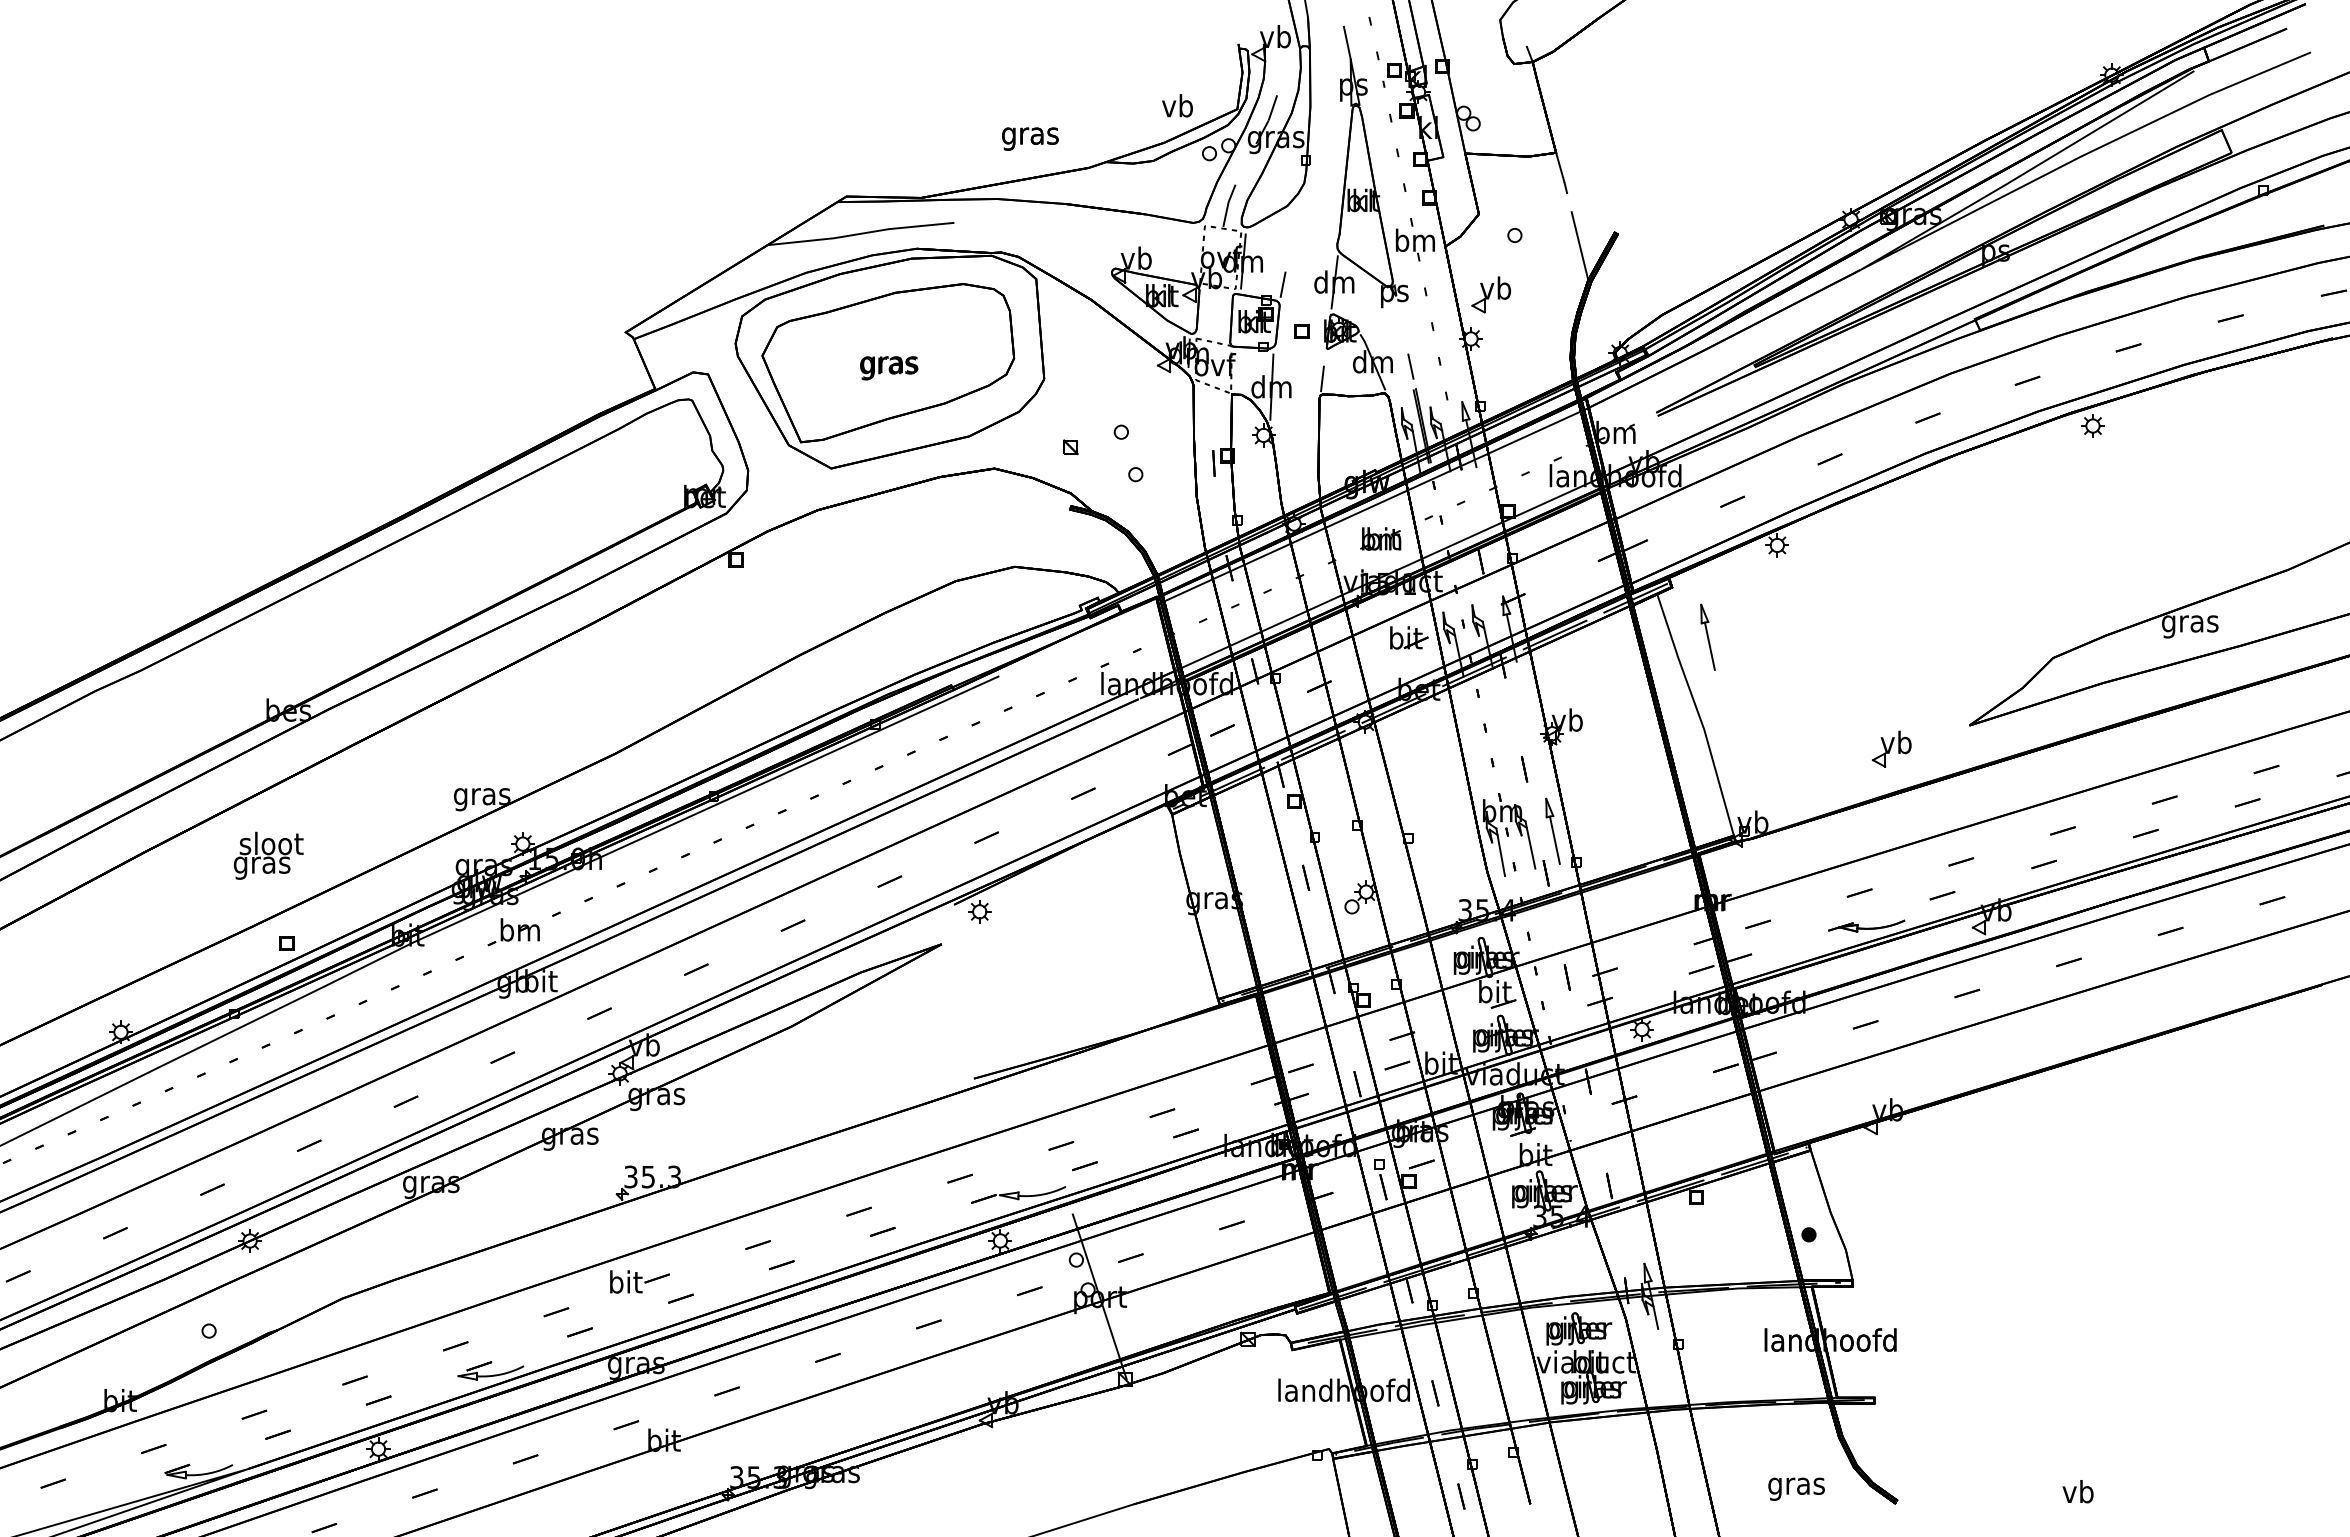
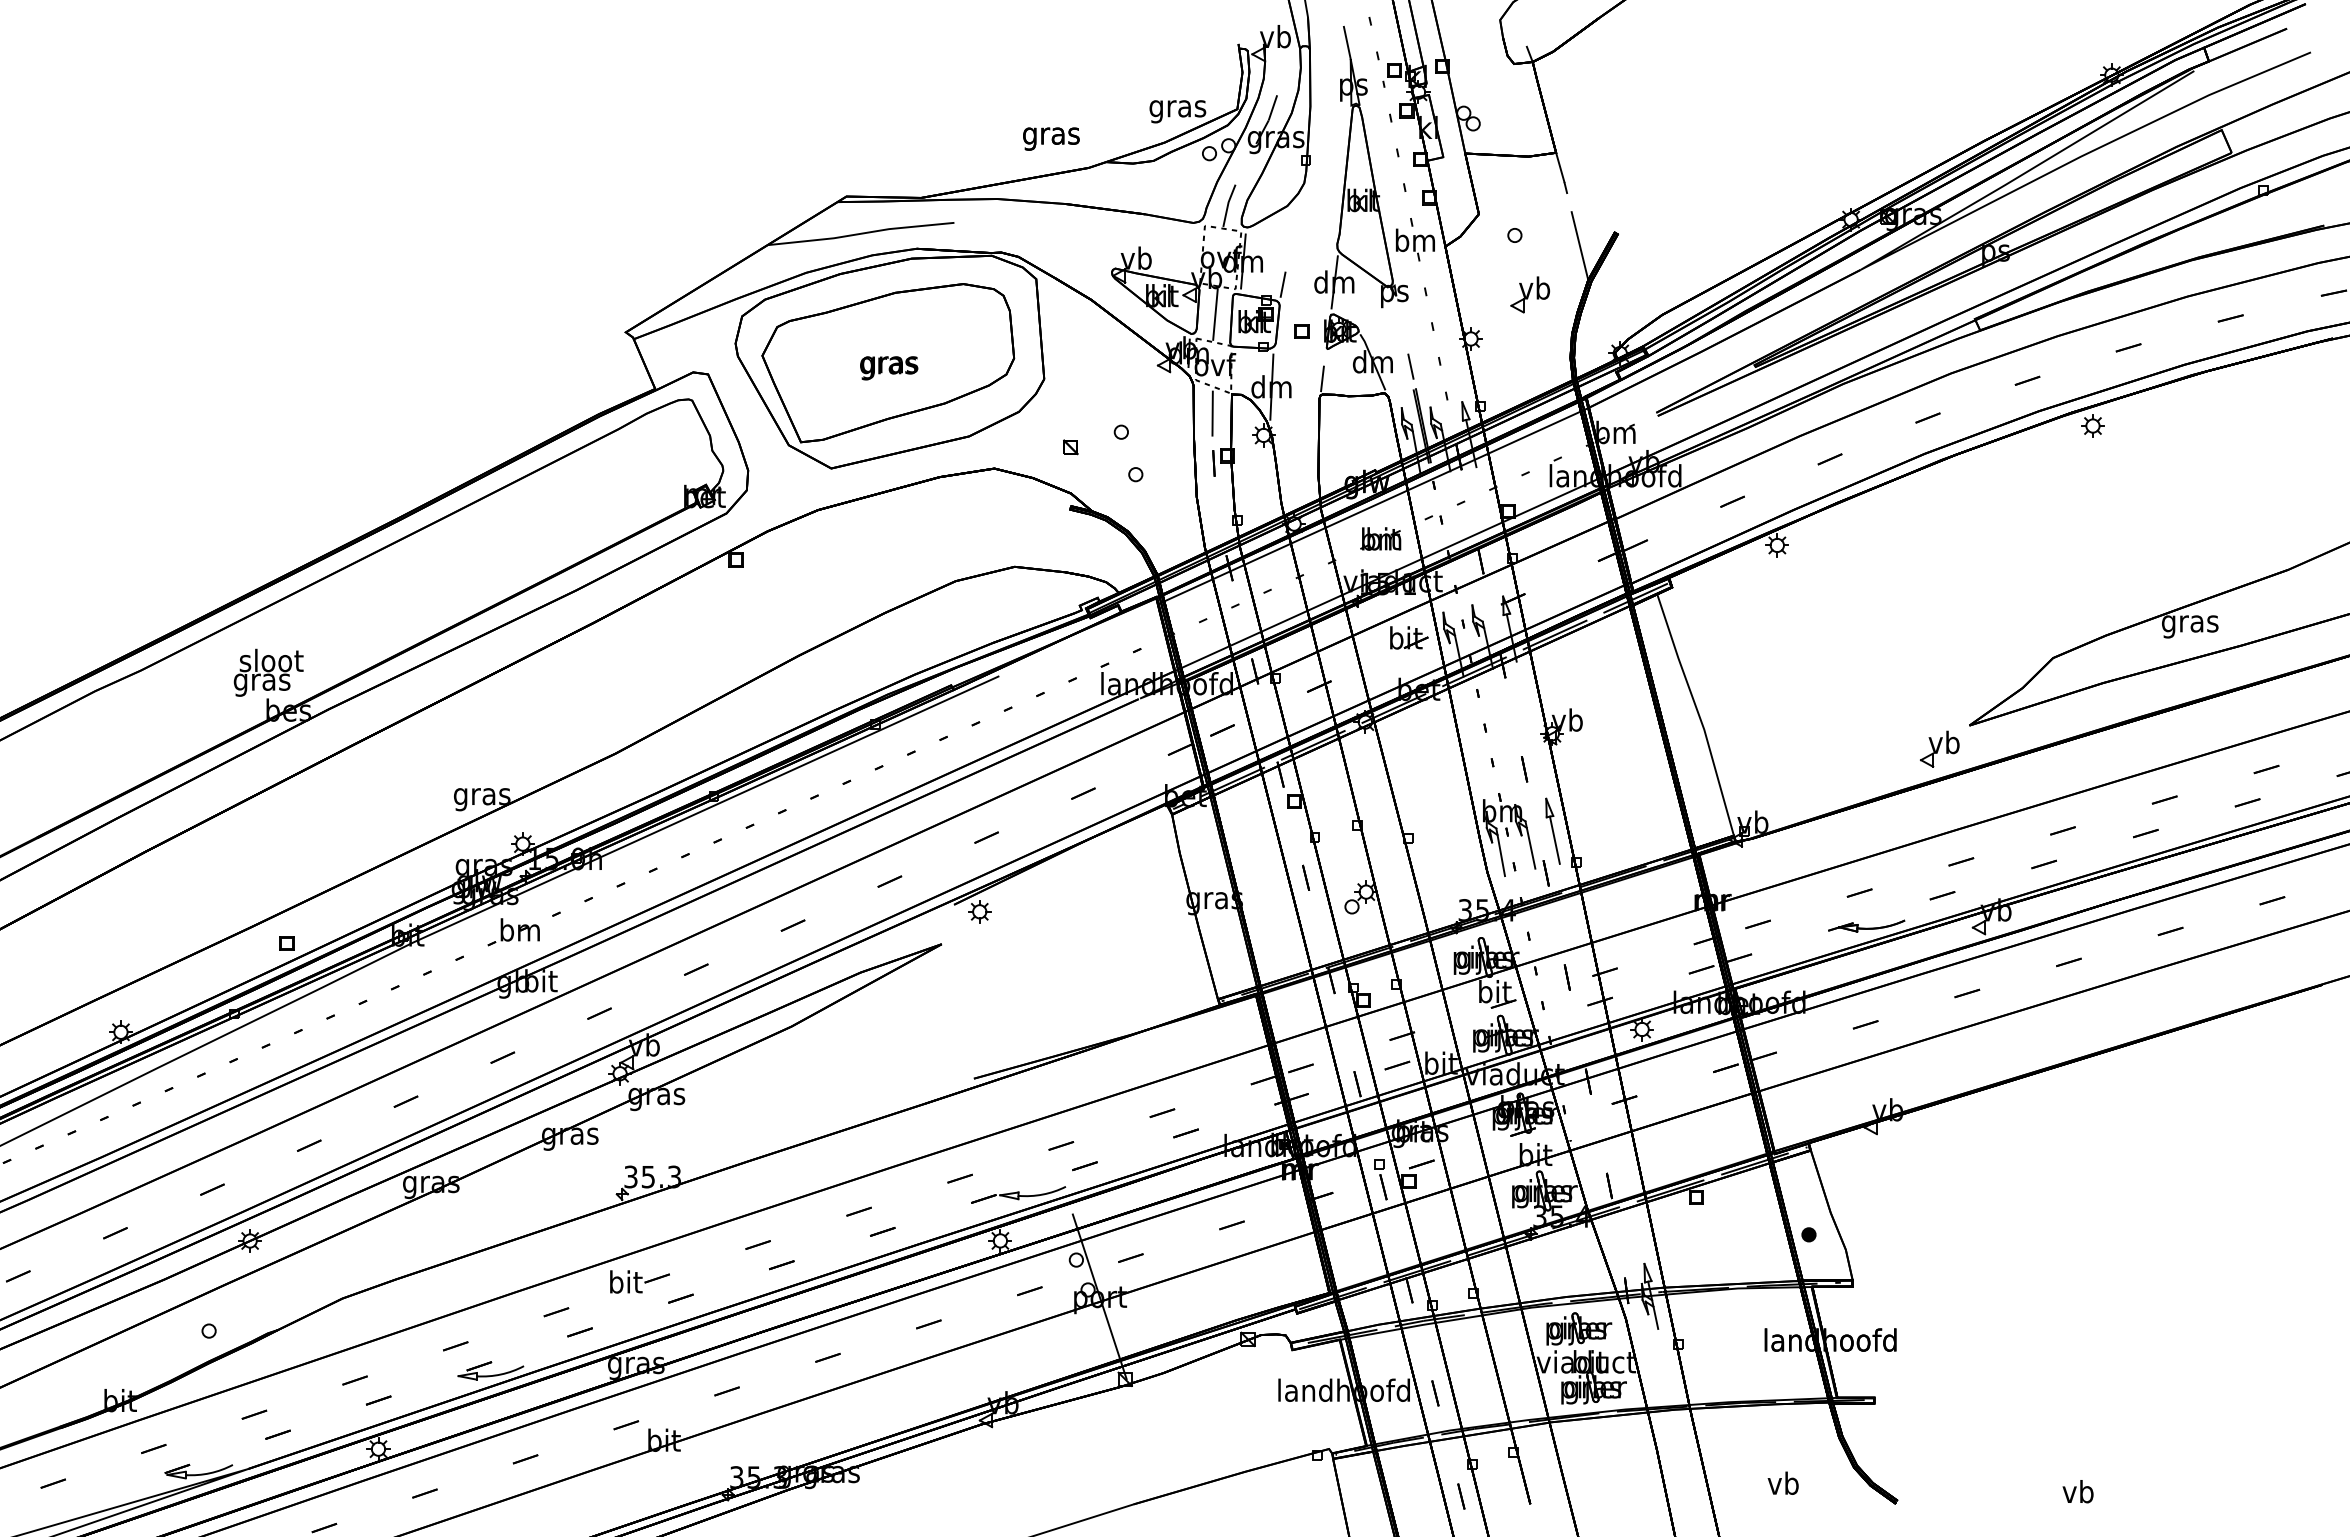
text at (1177, 108): vb -> gras
text at (1030, 138) position: (1030, 138) -> (1051, 138)
part at (1491, 294) position: (1491, 294) -> (1530, 294)
line at (1215, 314): none -> present
line at (1212, 413): none -> present
part at (1707, 636): present -> none
part at (1891, 748) position: (1891, 748) -> (1939, 748)
text at (268, 855) position: (268, 855) -> (268, 672)
text at (1795, 1485): gras -> vb
